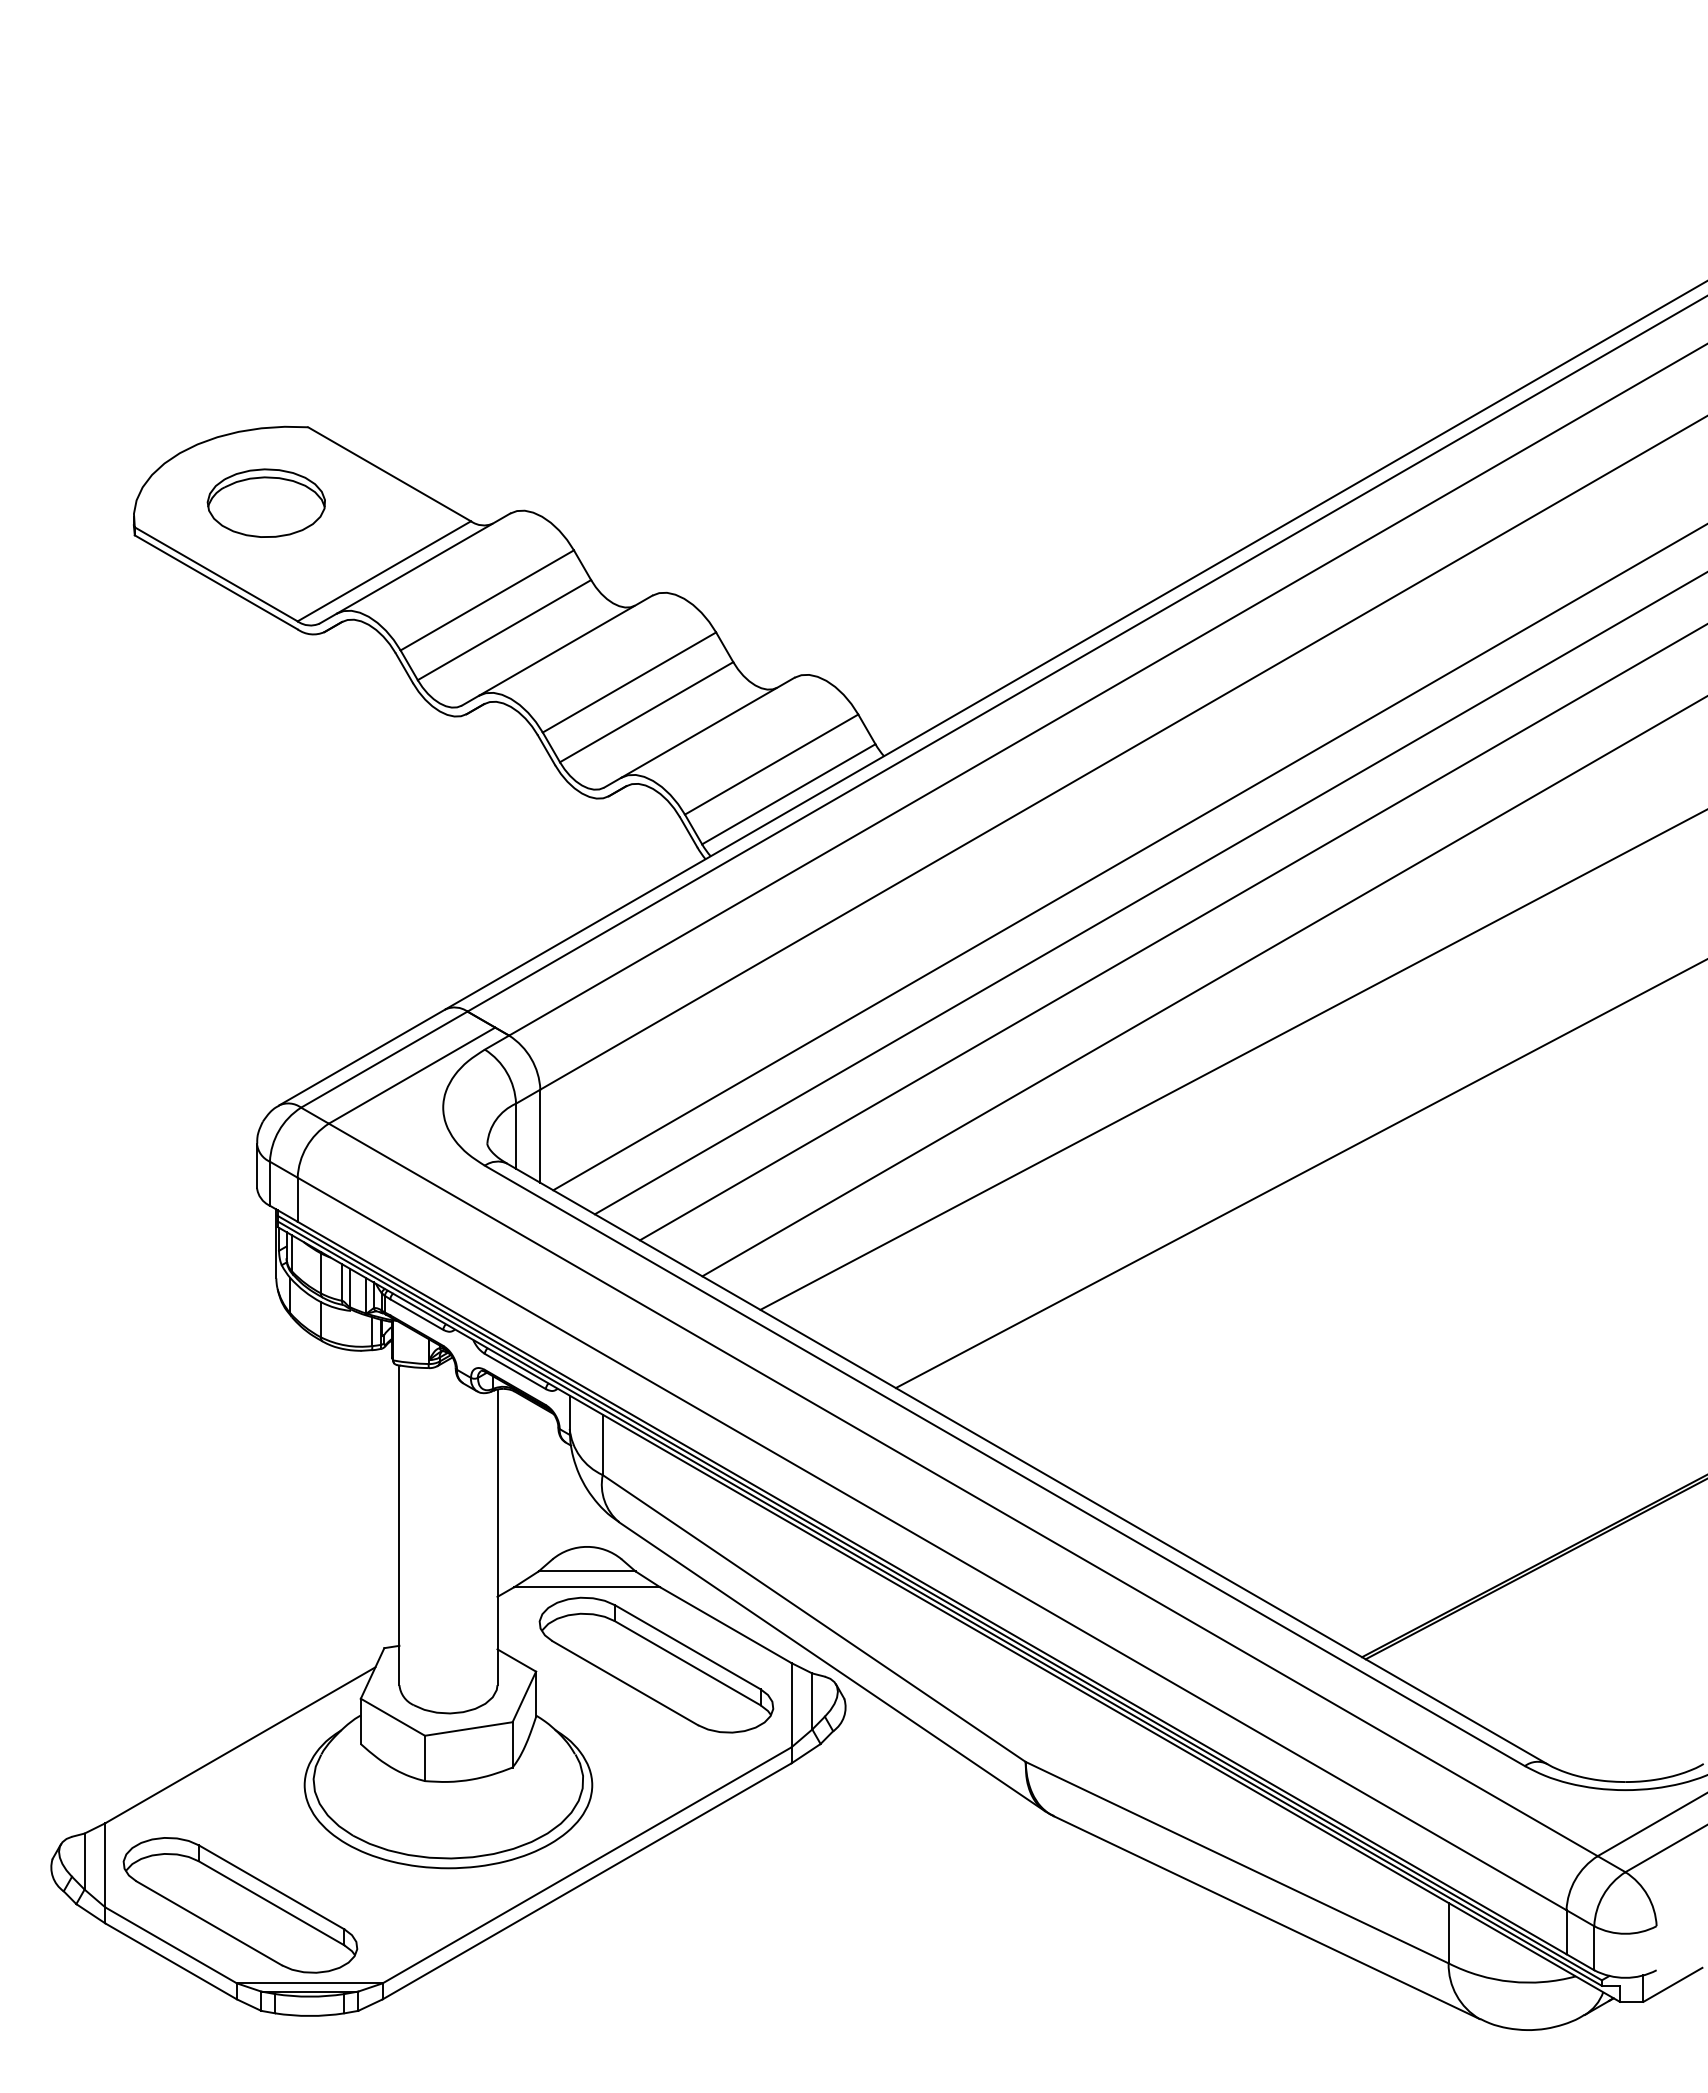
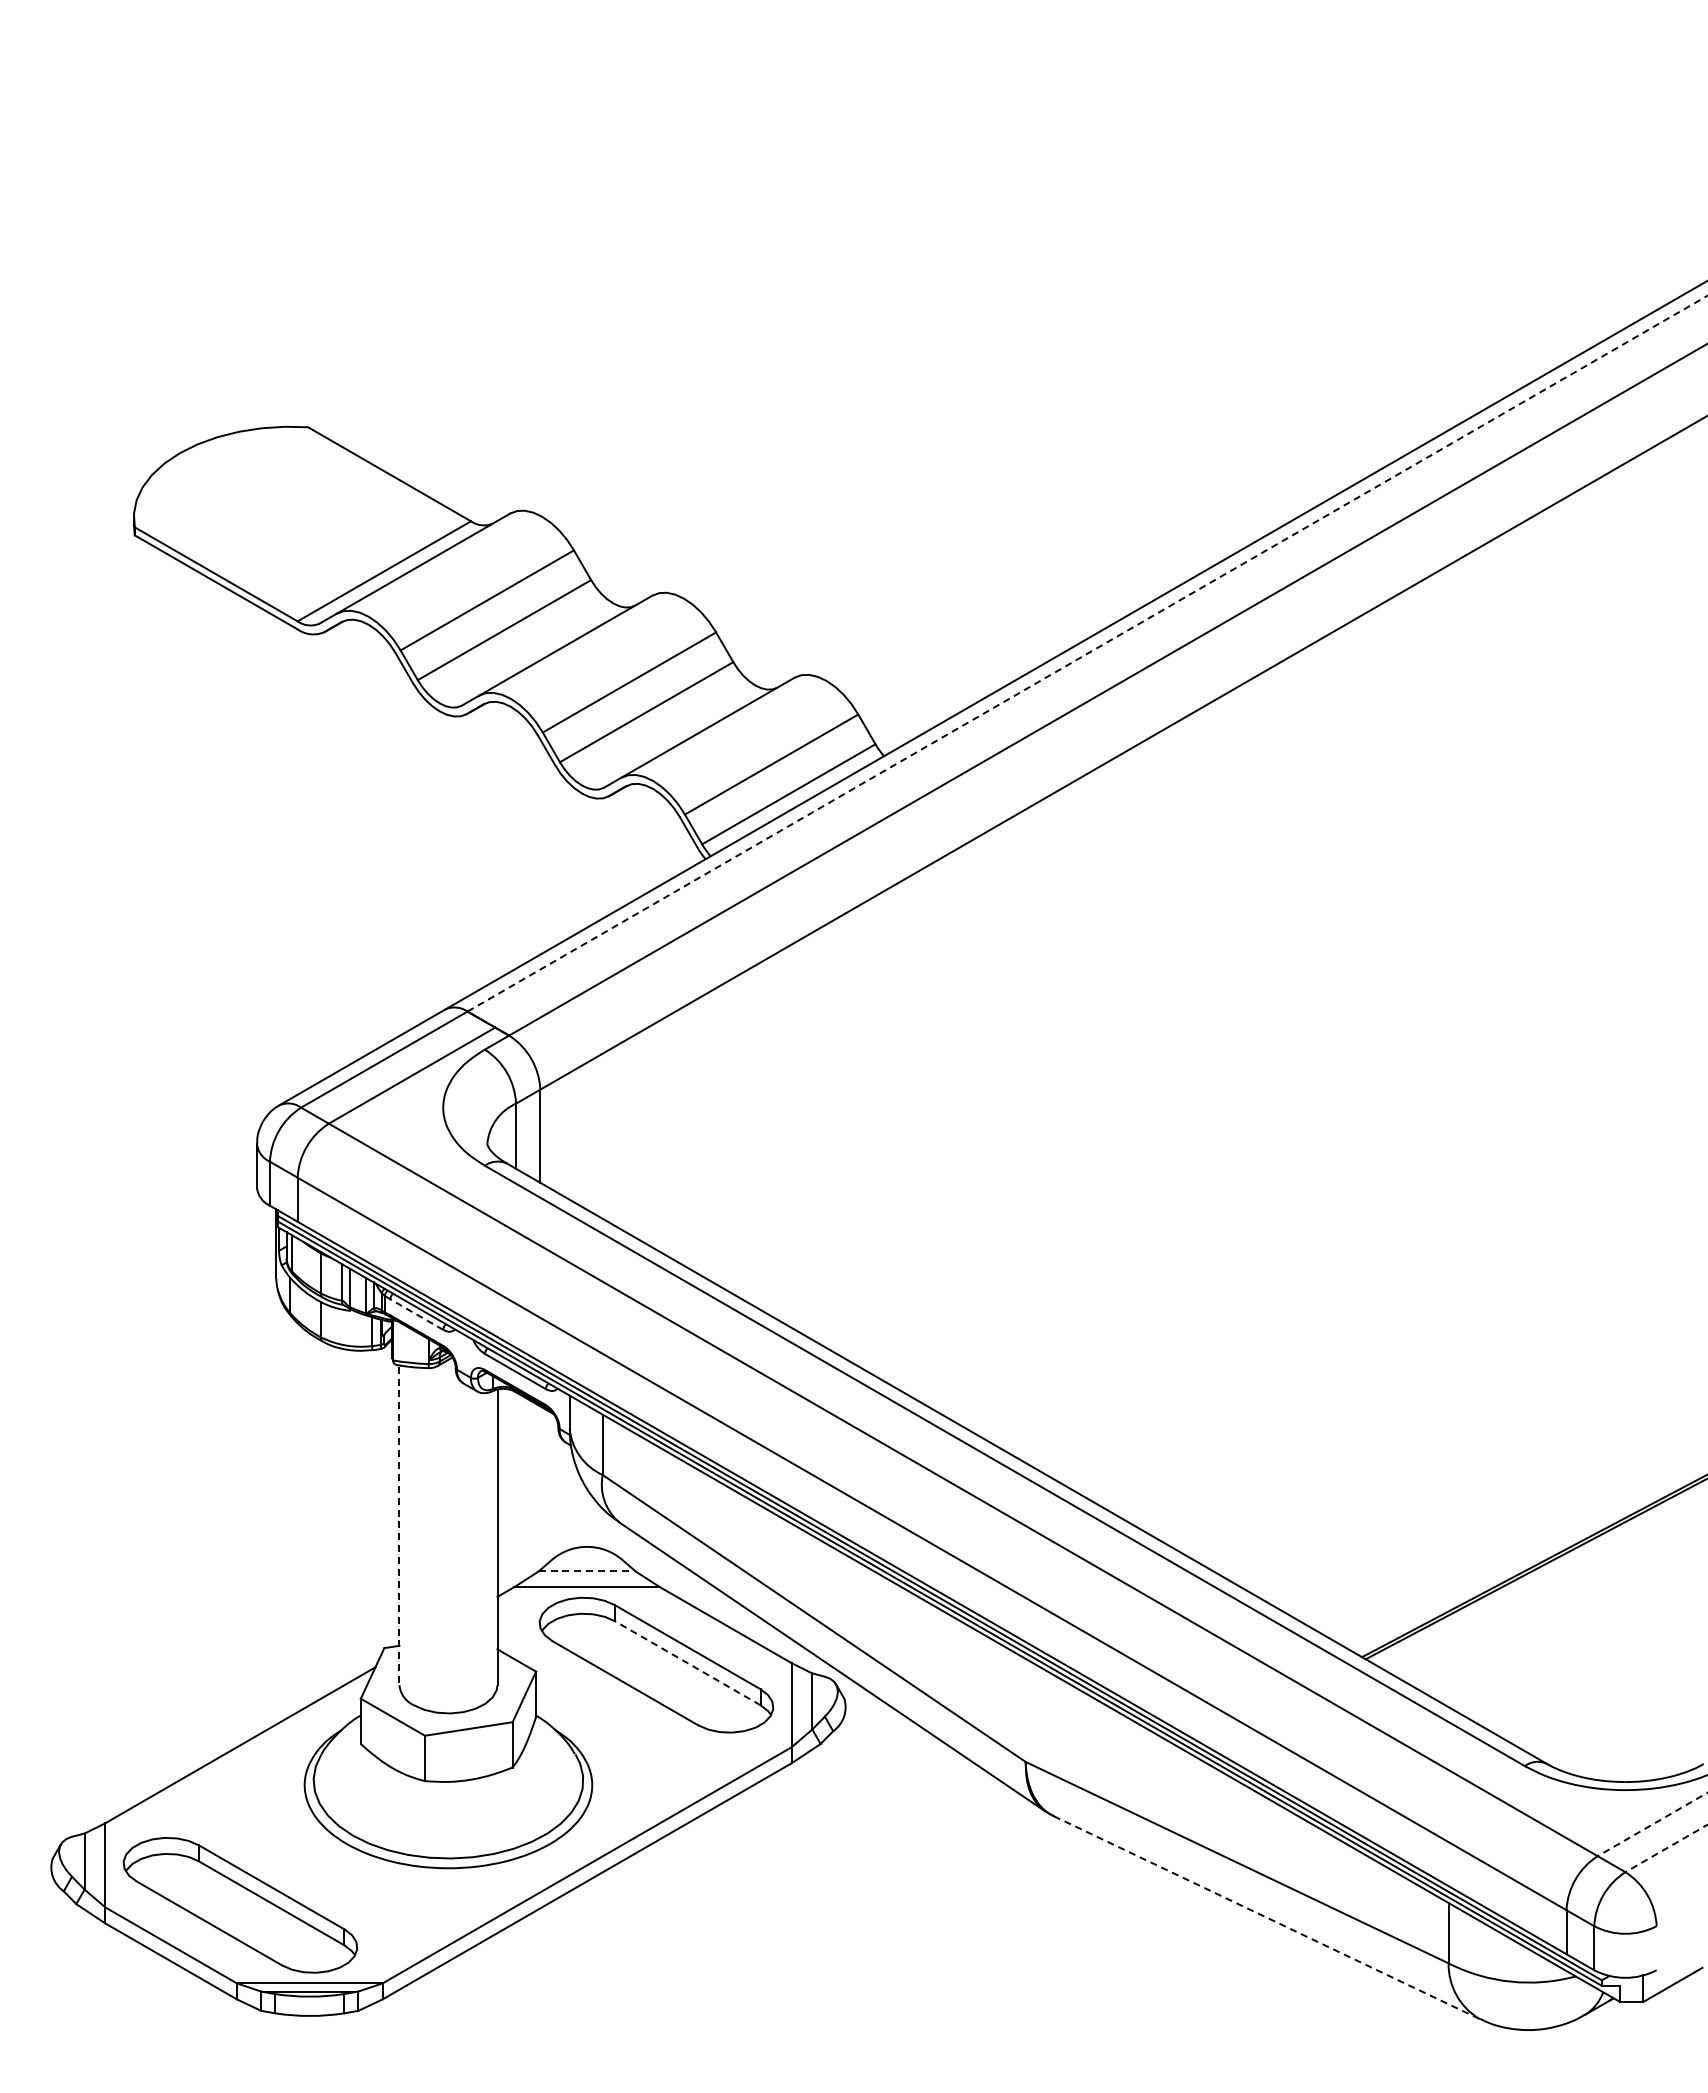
part at (265, 502): present -> none
line at (1087, 653): solid -> dashed
line at (1128, 857): present -> none
line at (1149, 893): present -> none
line at (1171, 932): present -> none
line at (1203, 986): present -> none
line at (1232, 1060): present -> none
line at (1299, 1174): present -> none
line at (416, 1314): solid -> dashed
line at (399, 1526): solid -> dashed
line at (587, 1571): solid -> dashed
line at (687, 1662): solid -> dashed
line at (1652, 1824): solid -> dashed
line at (1665, 1848): solid -> dashed
line at (1266, 1917): solid -> dashed
